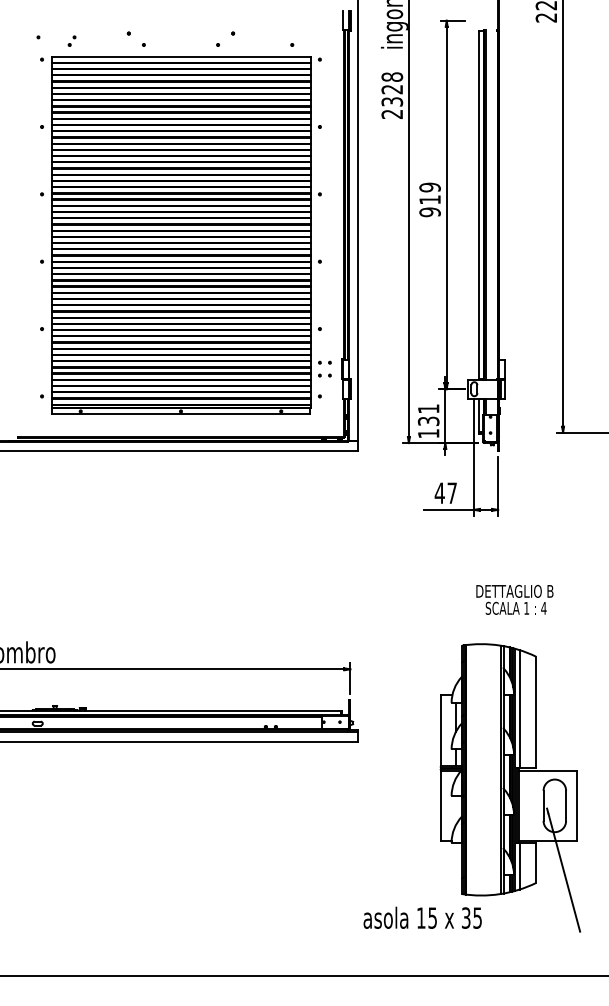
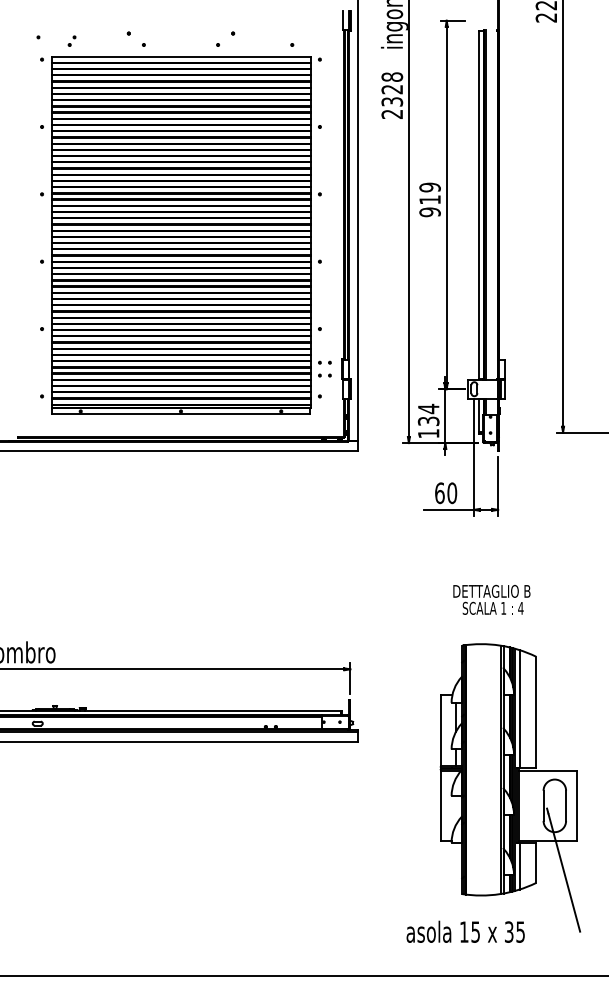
text at (428, 408): 131 -> 134
text at (445, 493): 47 -> 60
text at (514, 599) position: (514, 599) -> (491, 599)
text at (422, 917) position: (422, 917) -> (465, 931)
